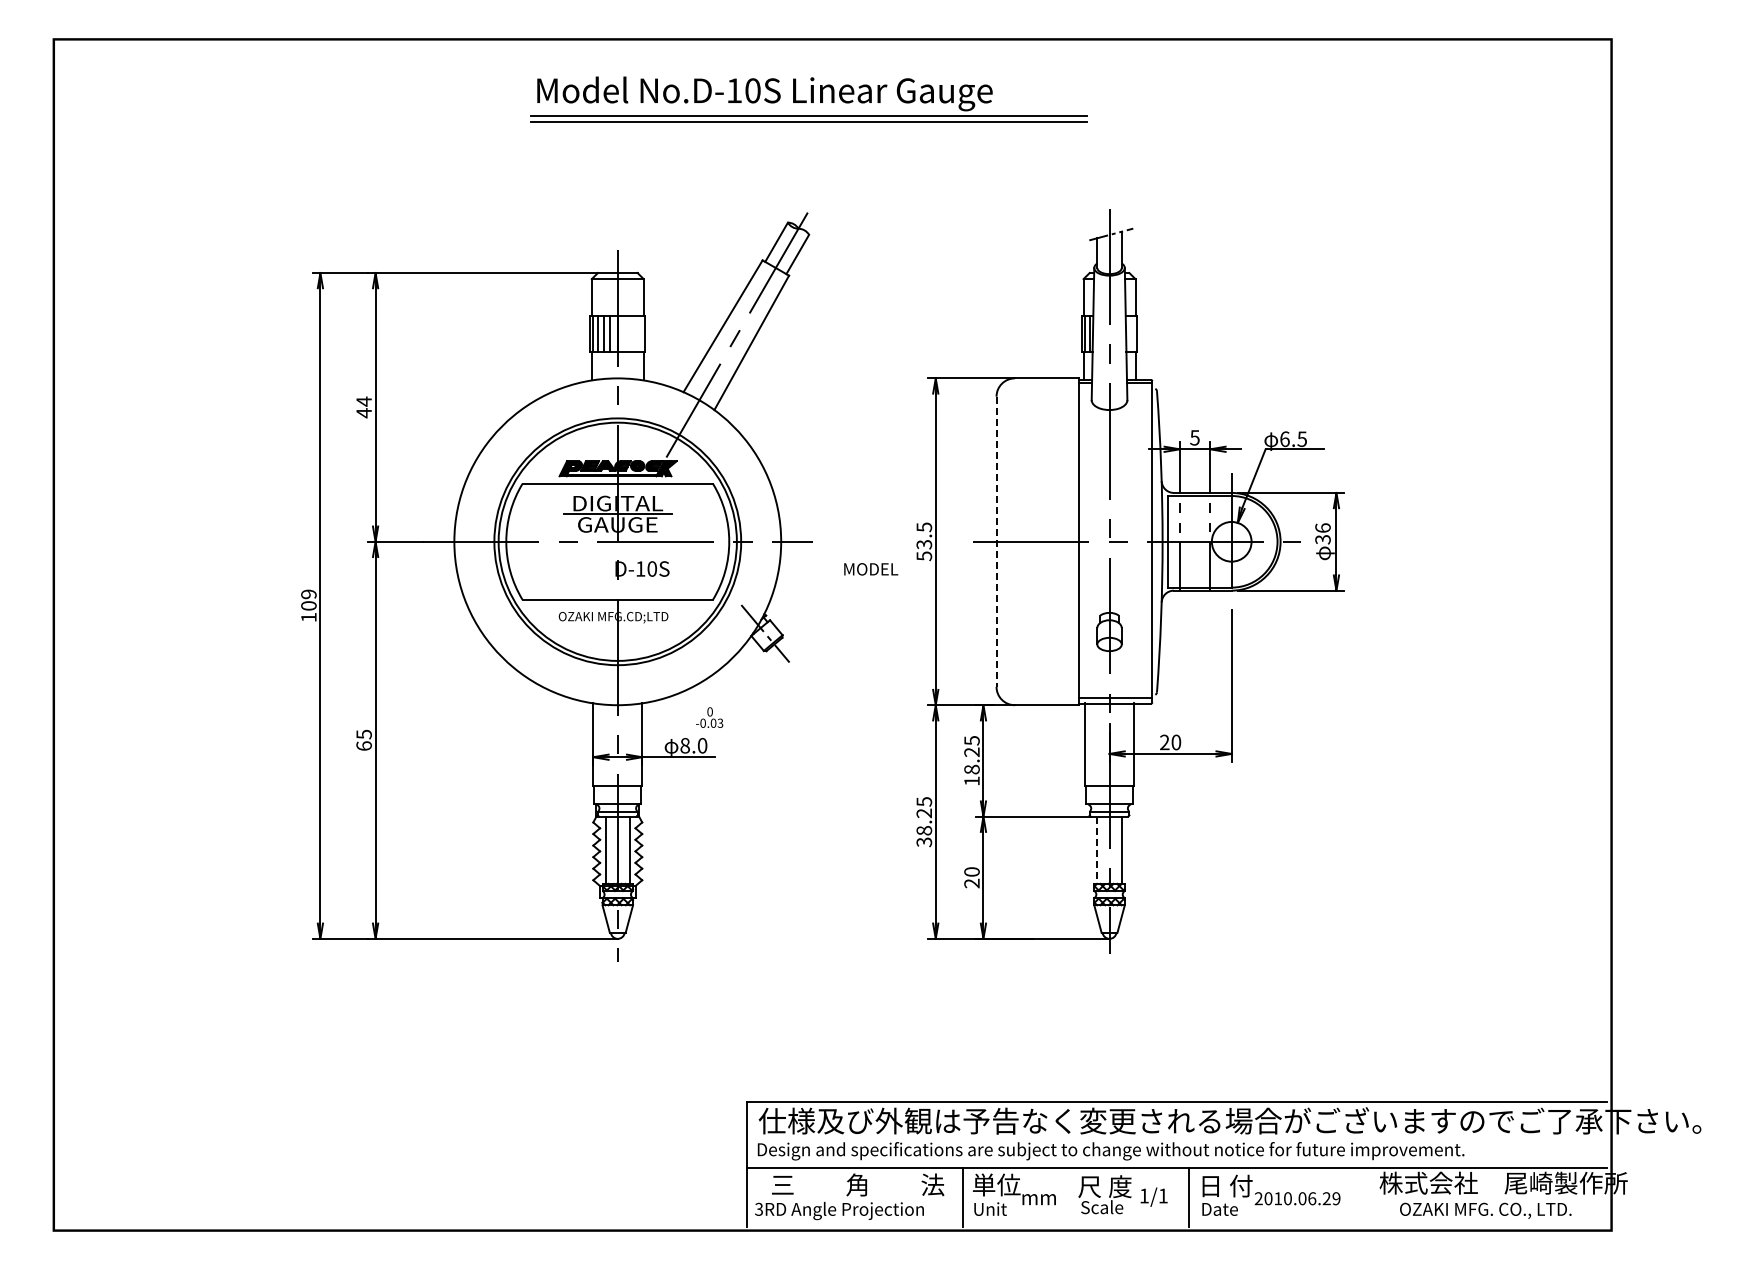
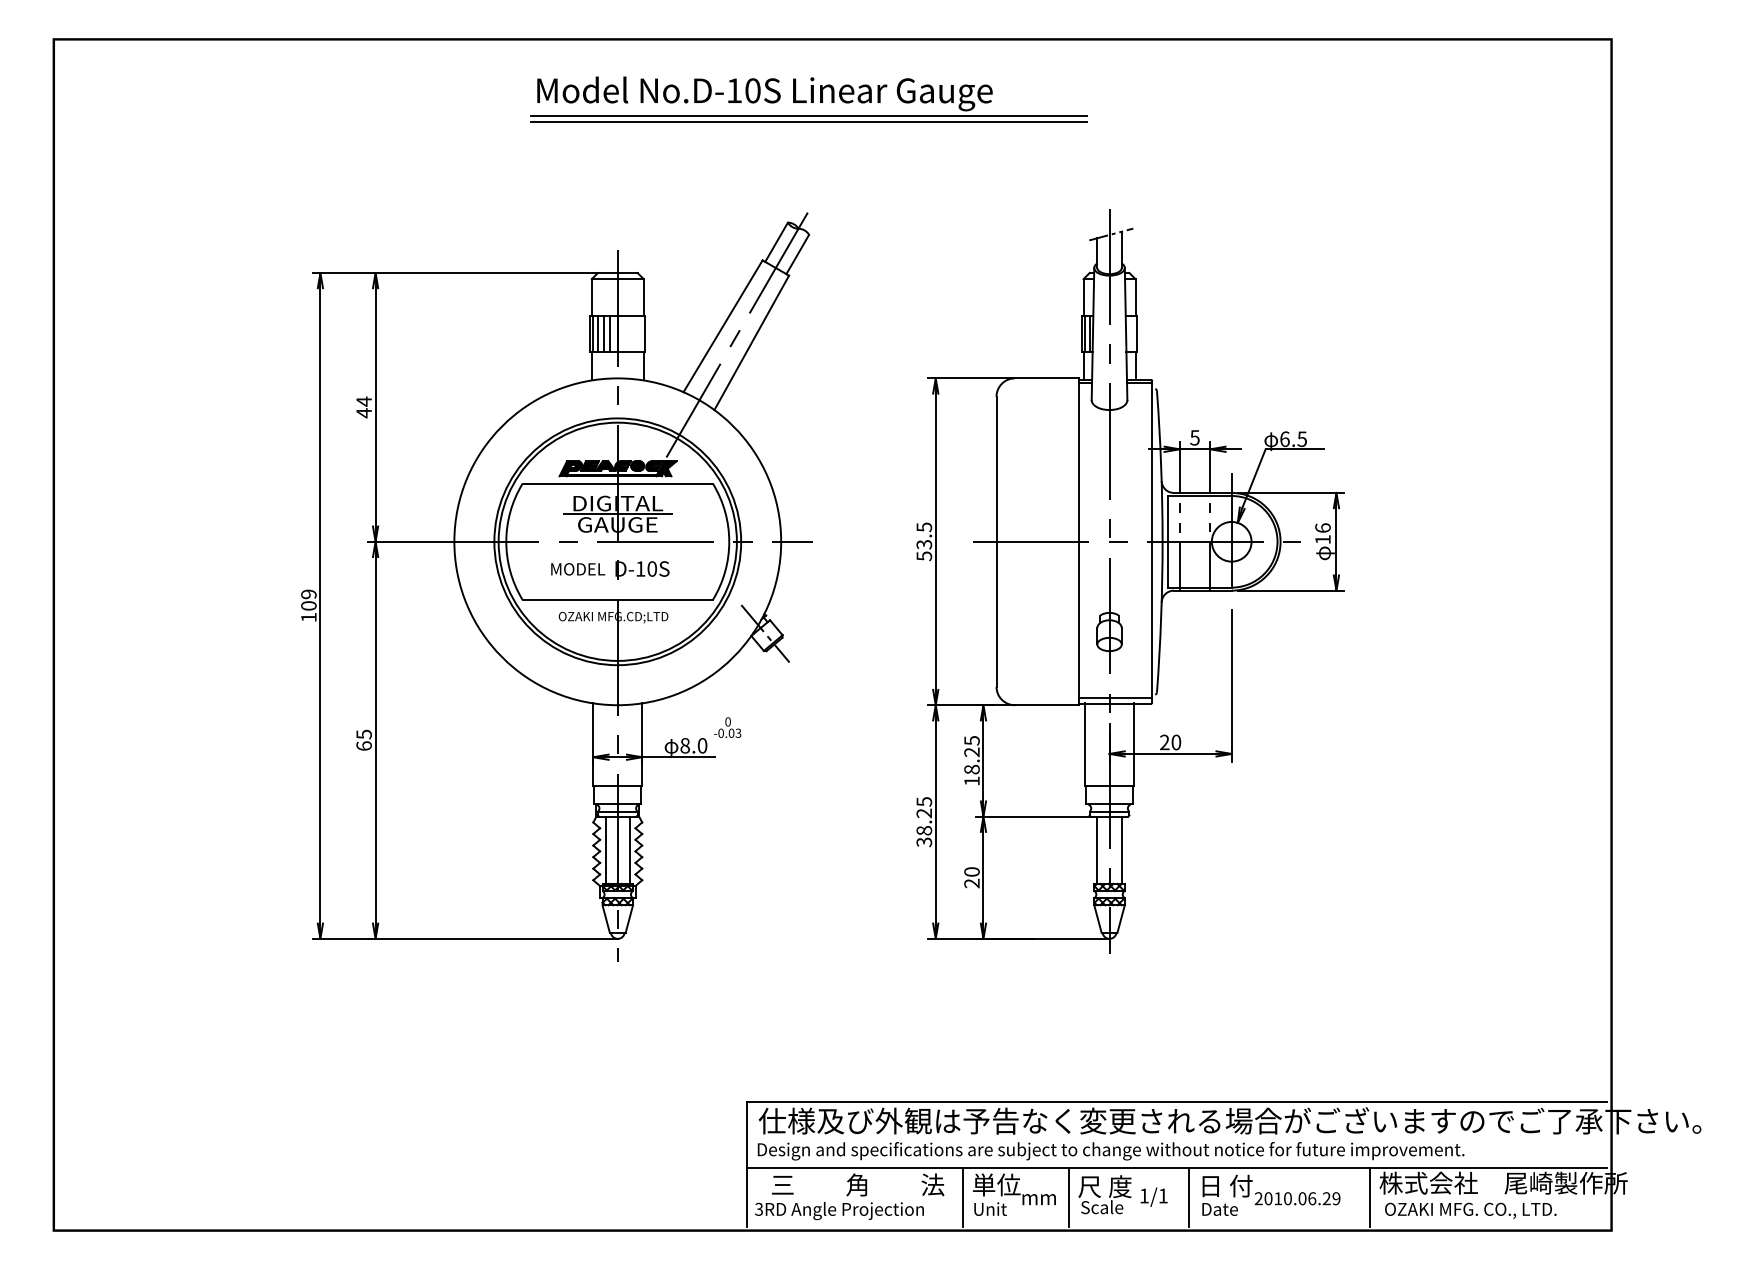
text at (1322, 539): 36 -> 16
line at (996, 542): dashed -> solid
text at (871, 569) position: (871, 569) -> (578, 569)
text at (709, 717) position: (709, 717) -> (727, 727)
line at (1097, 850): dashed -> solid
line at (1069, 1196): none -> present
line at (1370, 1196): none -> present
text at (1485, 1210) position: (1485, 1210) -> (1470, 1210)
